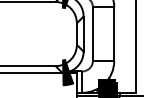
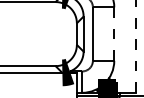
line at (114, 34): solid -> dashed
line at (135, 46): solid -> dashed
